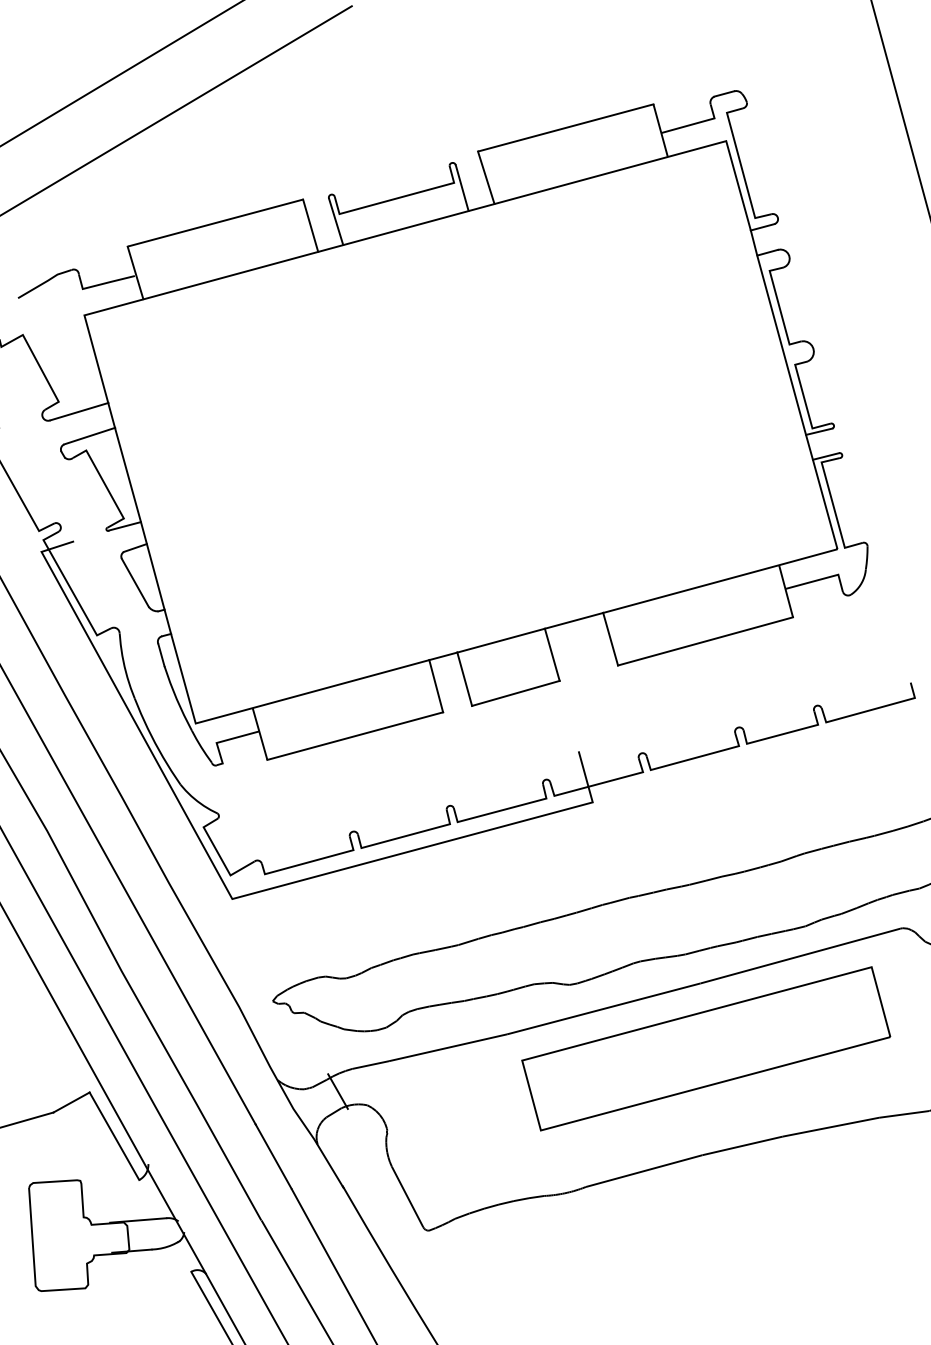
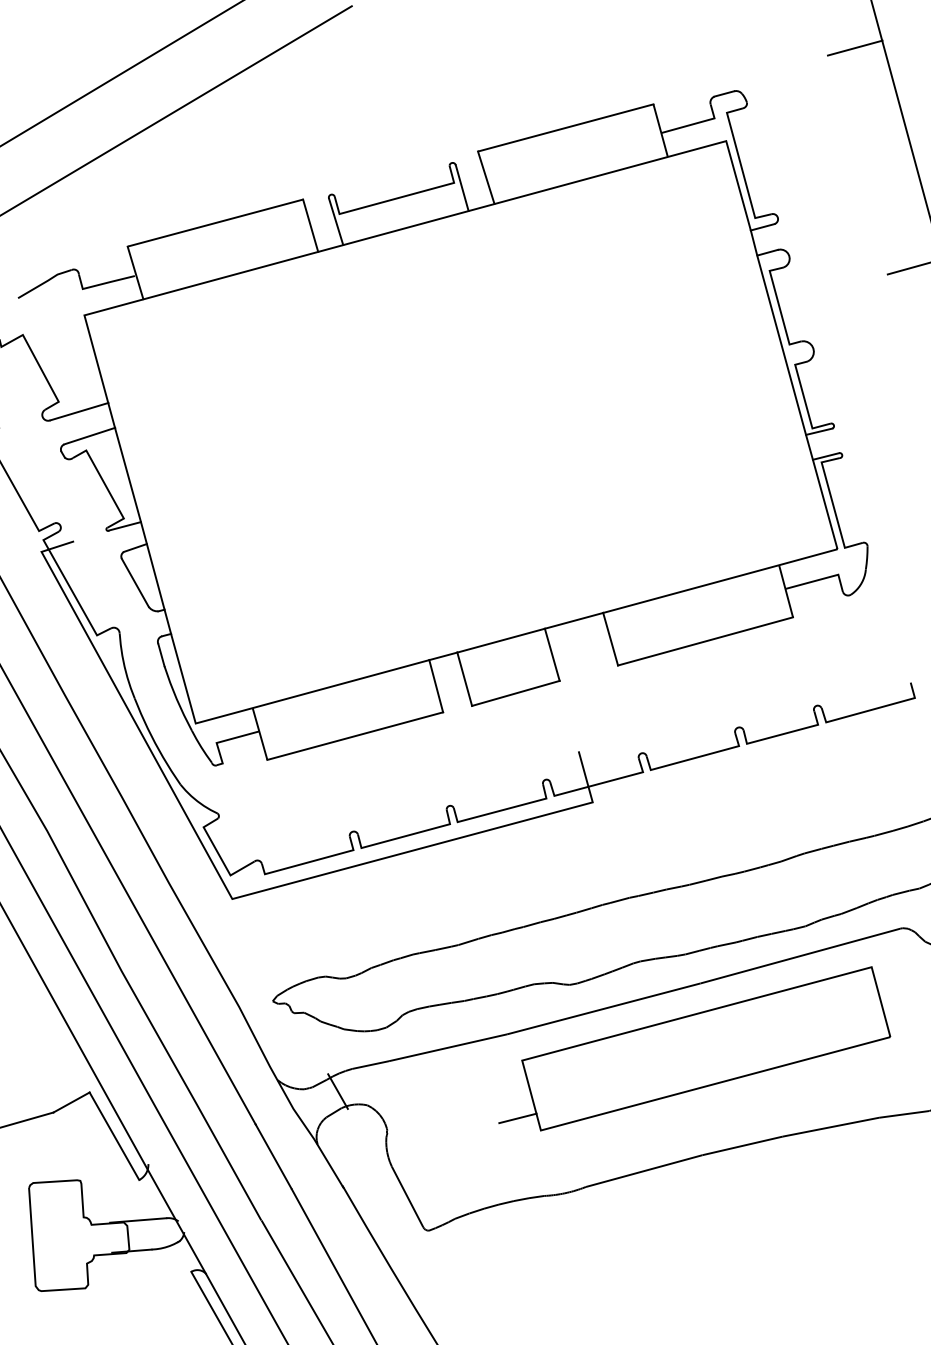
line at (854, 47): none -> present
line at (907, 268): none -> present
line at (517, 1118): none -> present
